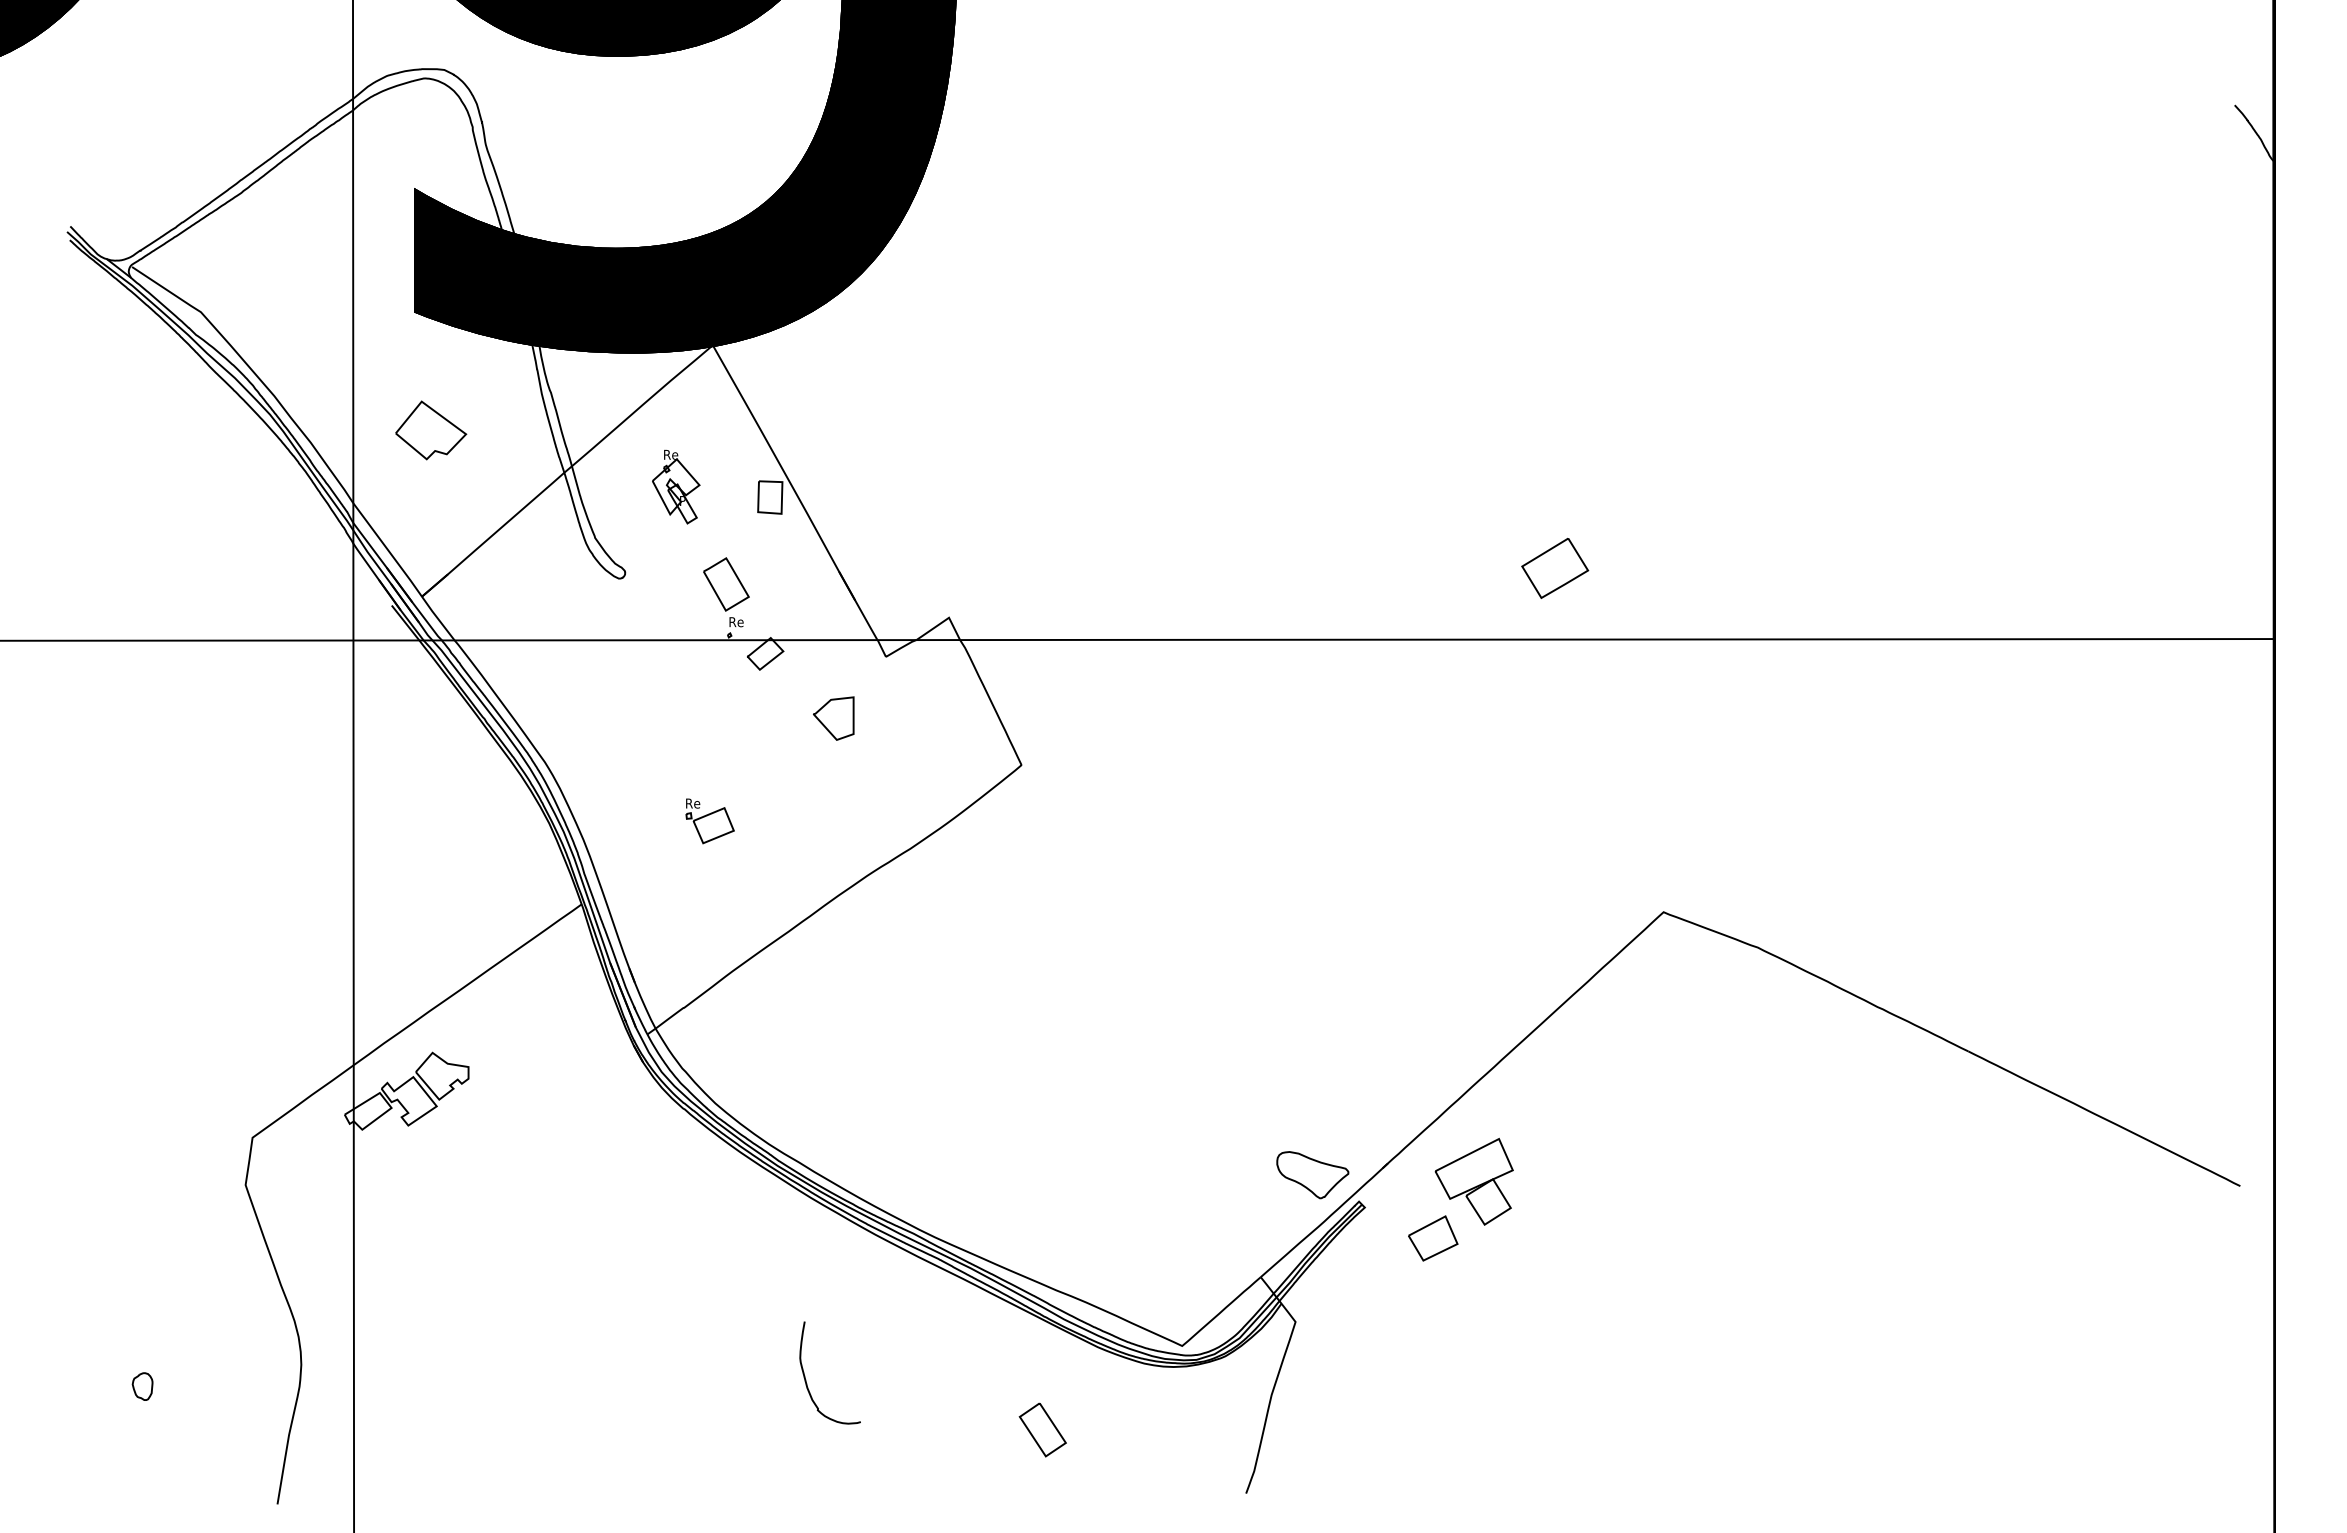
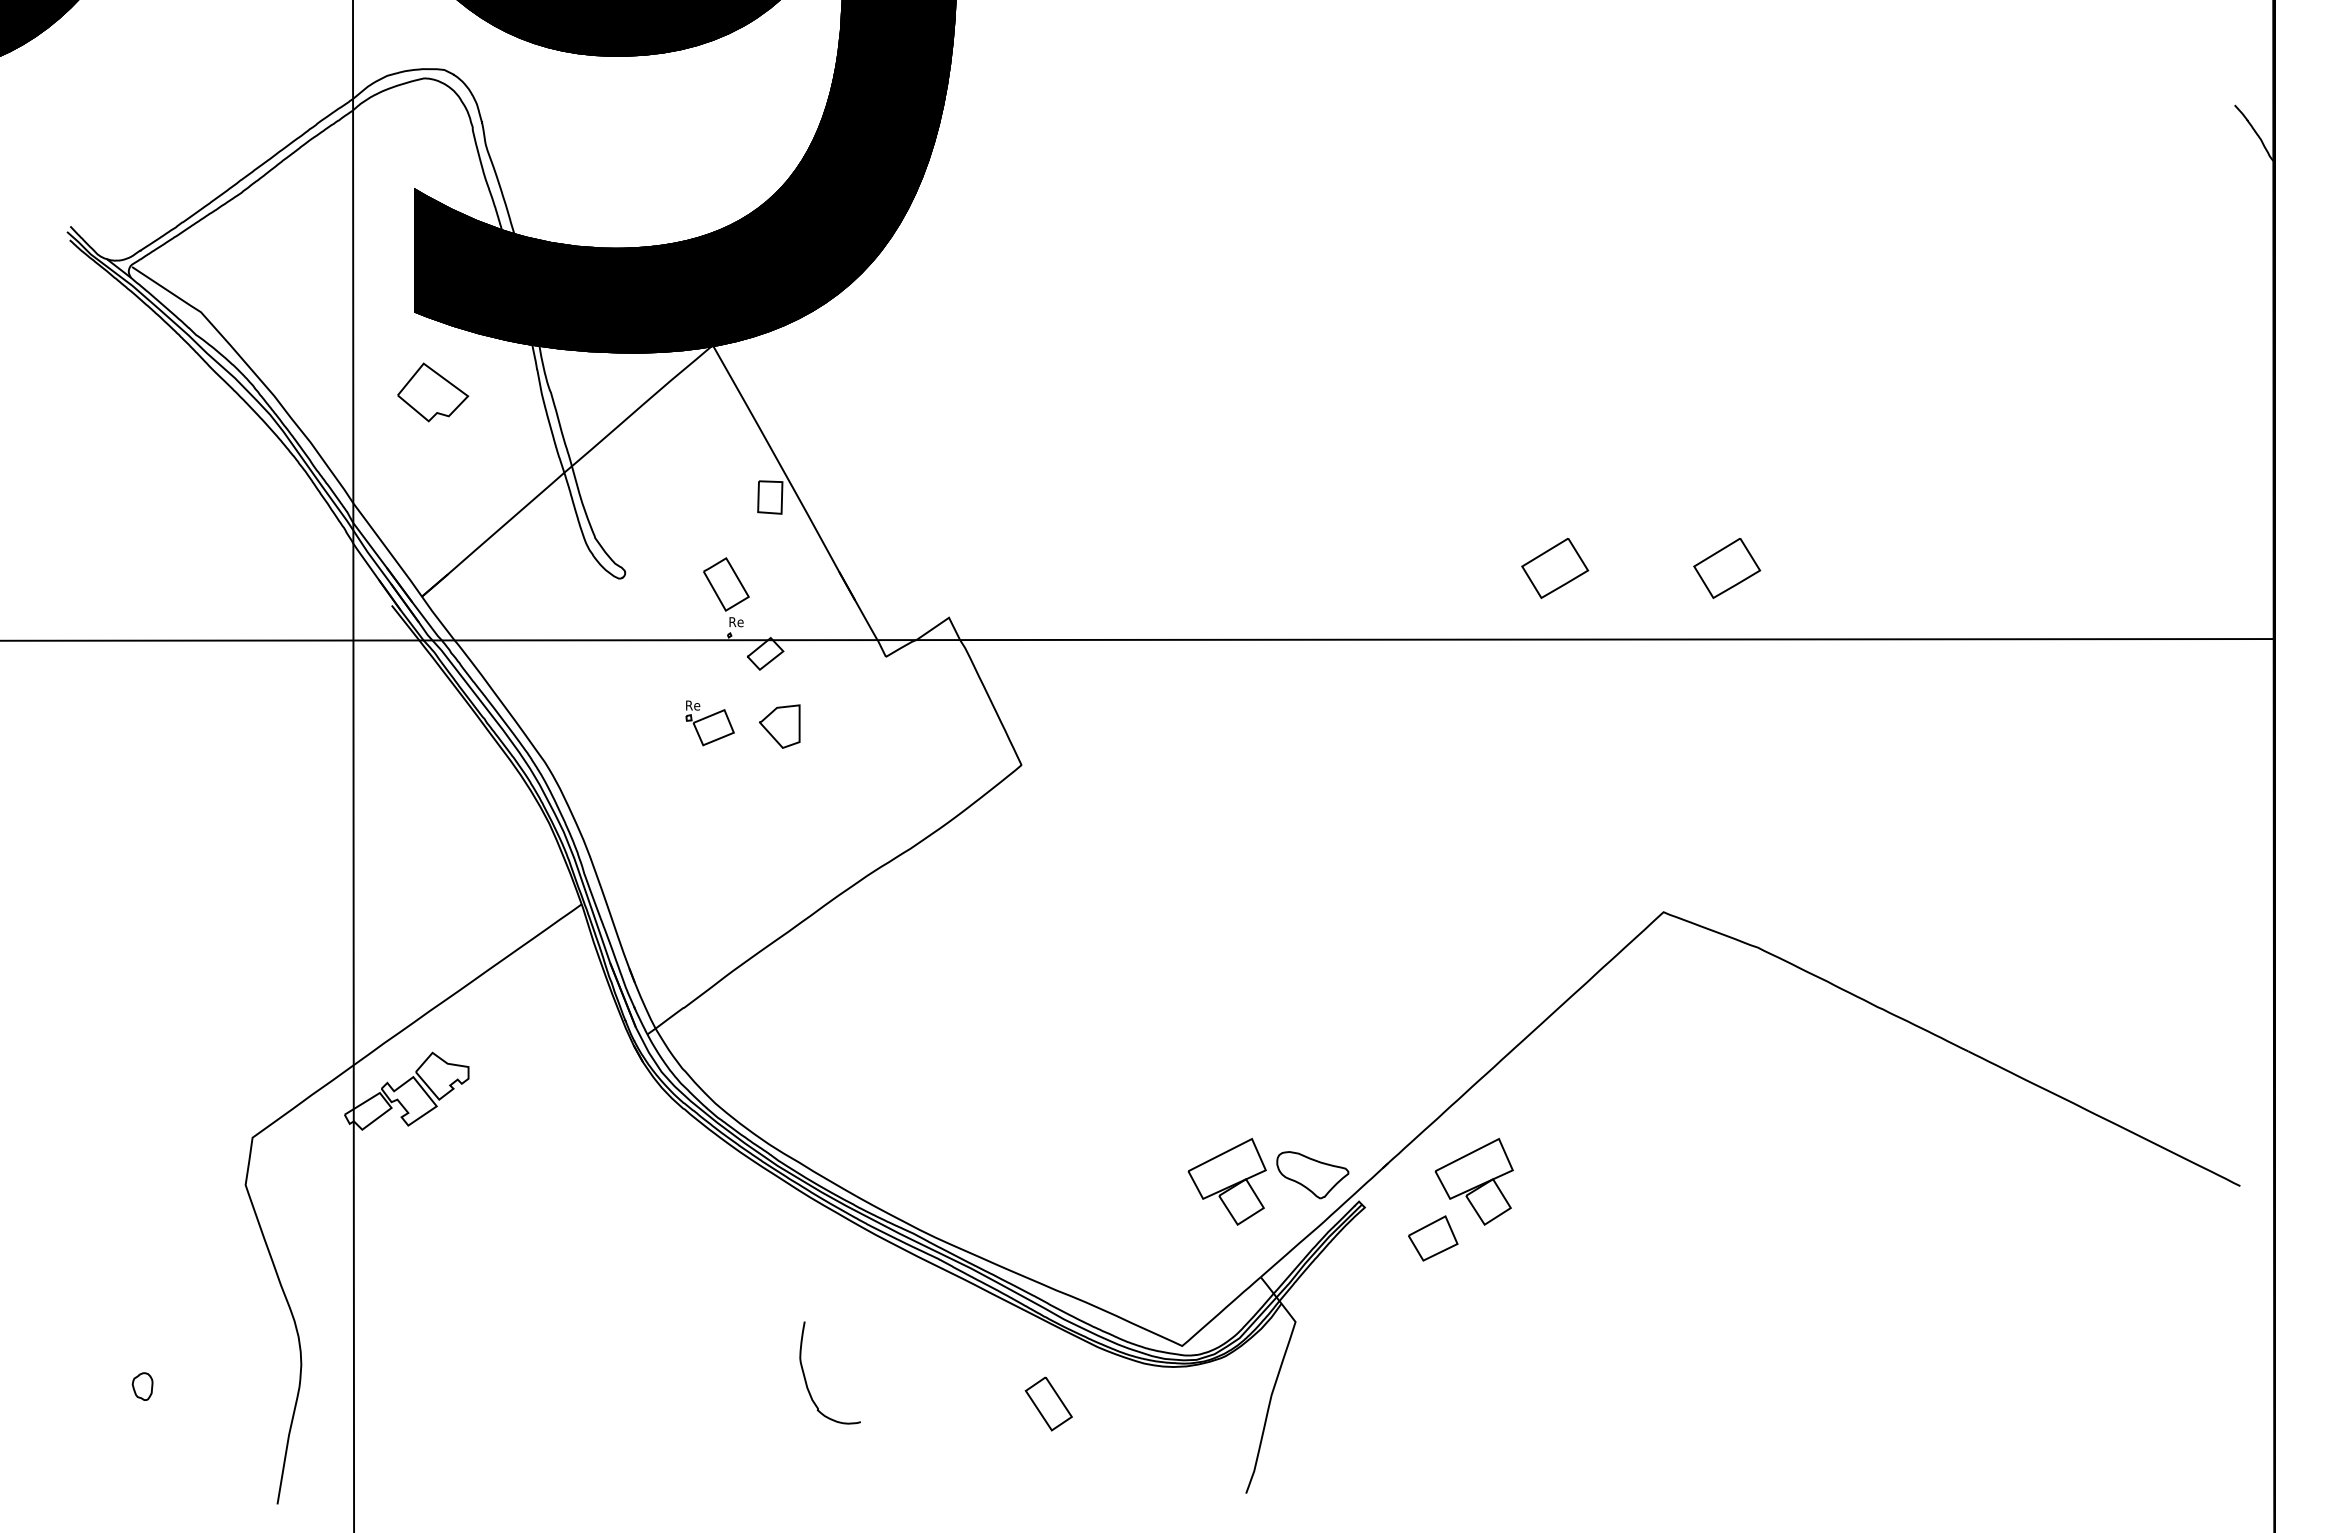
part at (431, 430) position: (431, 430) -> (433, 392)
part at (676, 486): present -> none
part at (1727, 568): none -> present
part at (833, 718) position: (833, 718) -> (779, 726)
part at (709, 821) position: (709, 821) -> (709, 723)
part at (1226, 1181): none -> present
part at (1042, 1429) position: (1042, 1429) -> (1048, 1403)
